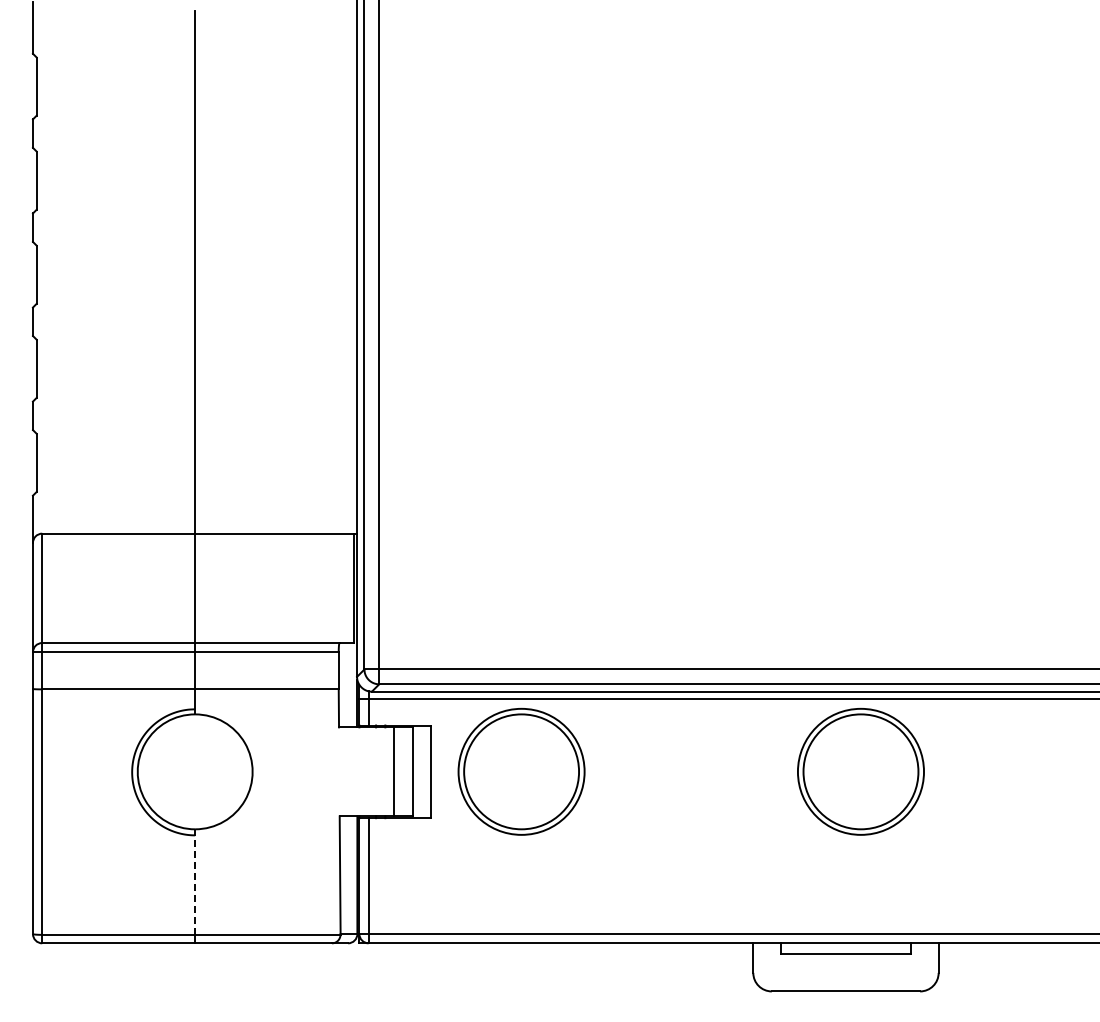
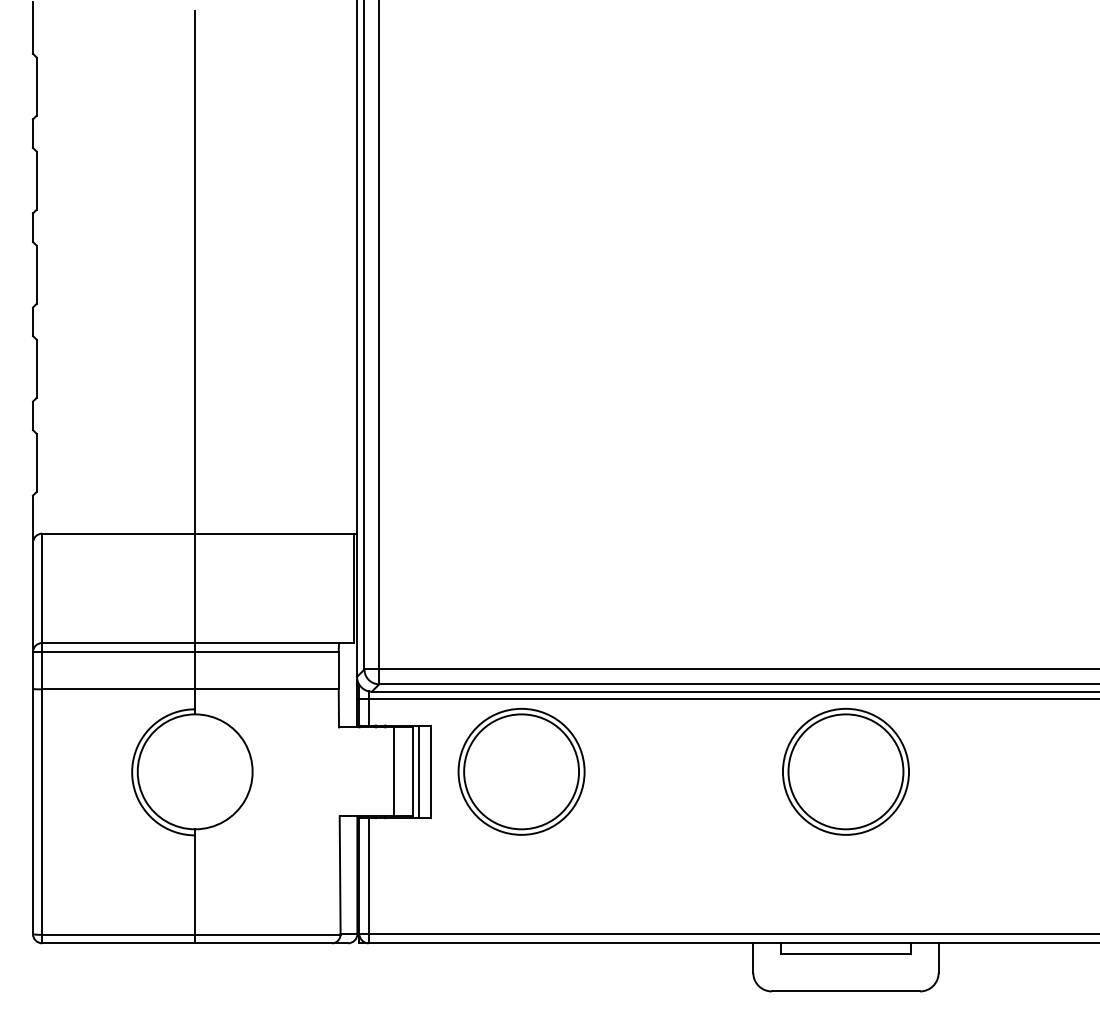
line at (418, 771): none -> present
part at (860, 771) position: (860, 771) -> (845, 771)
line at (195, 882): dashed -> solid
